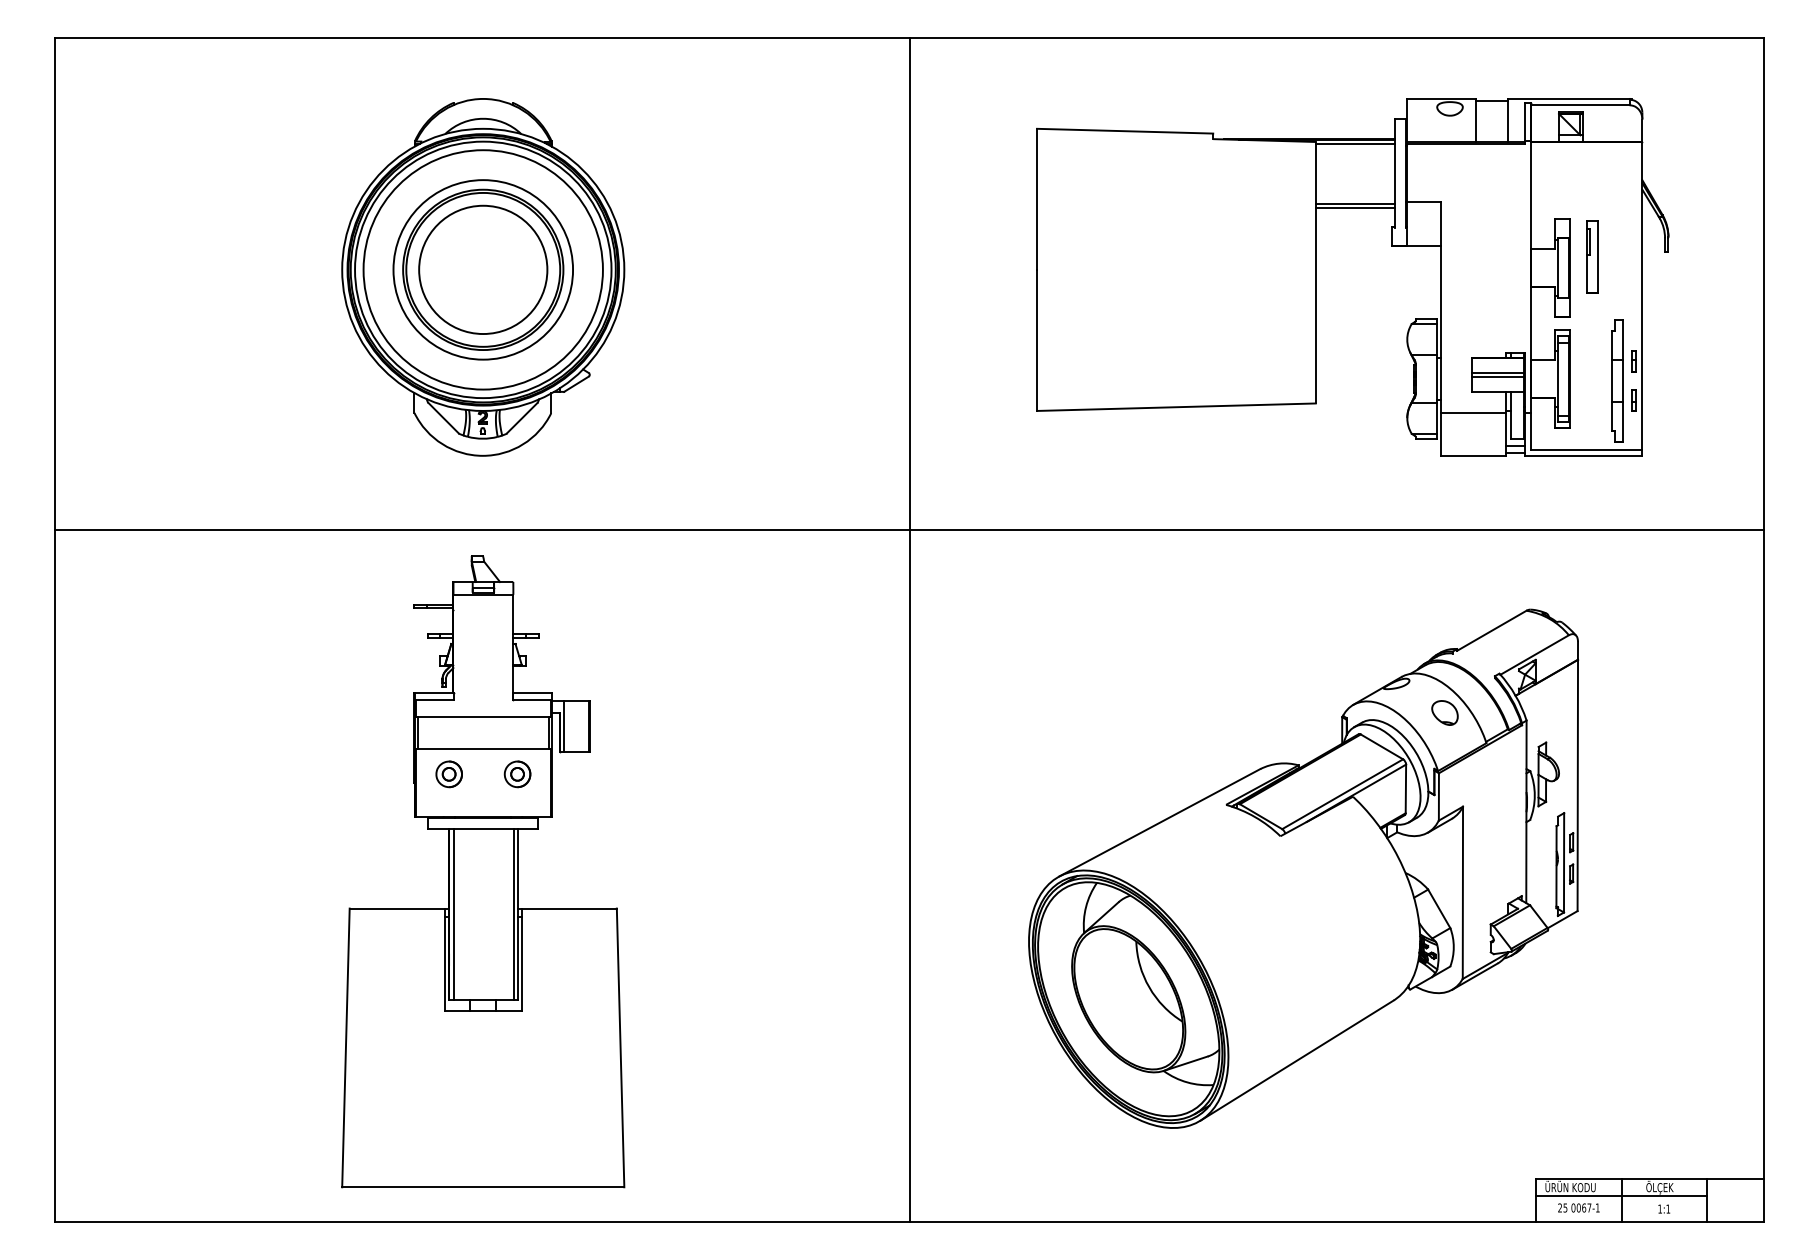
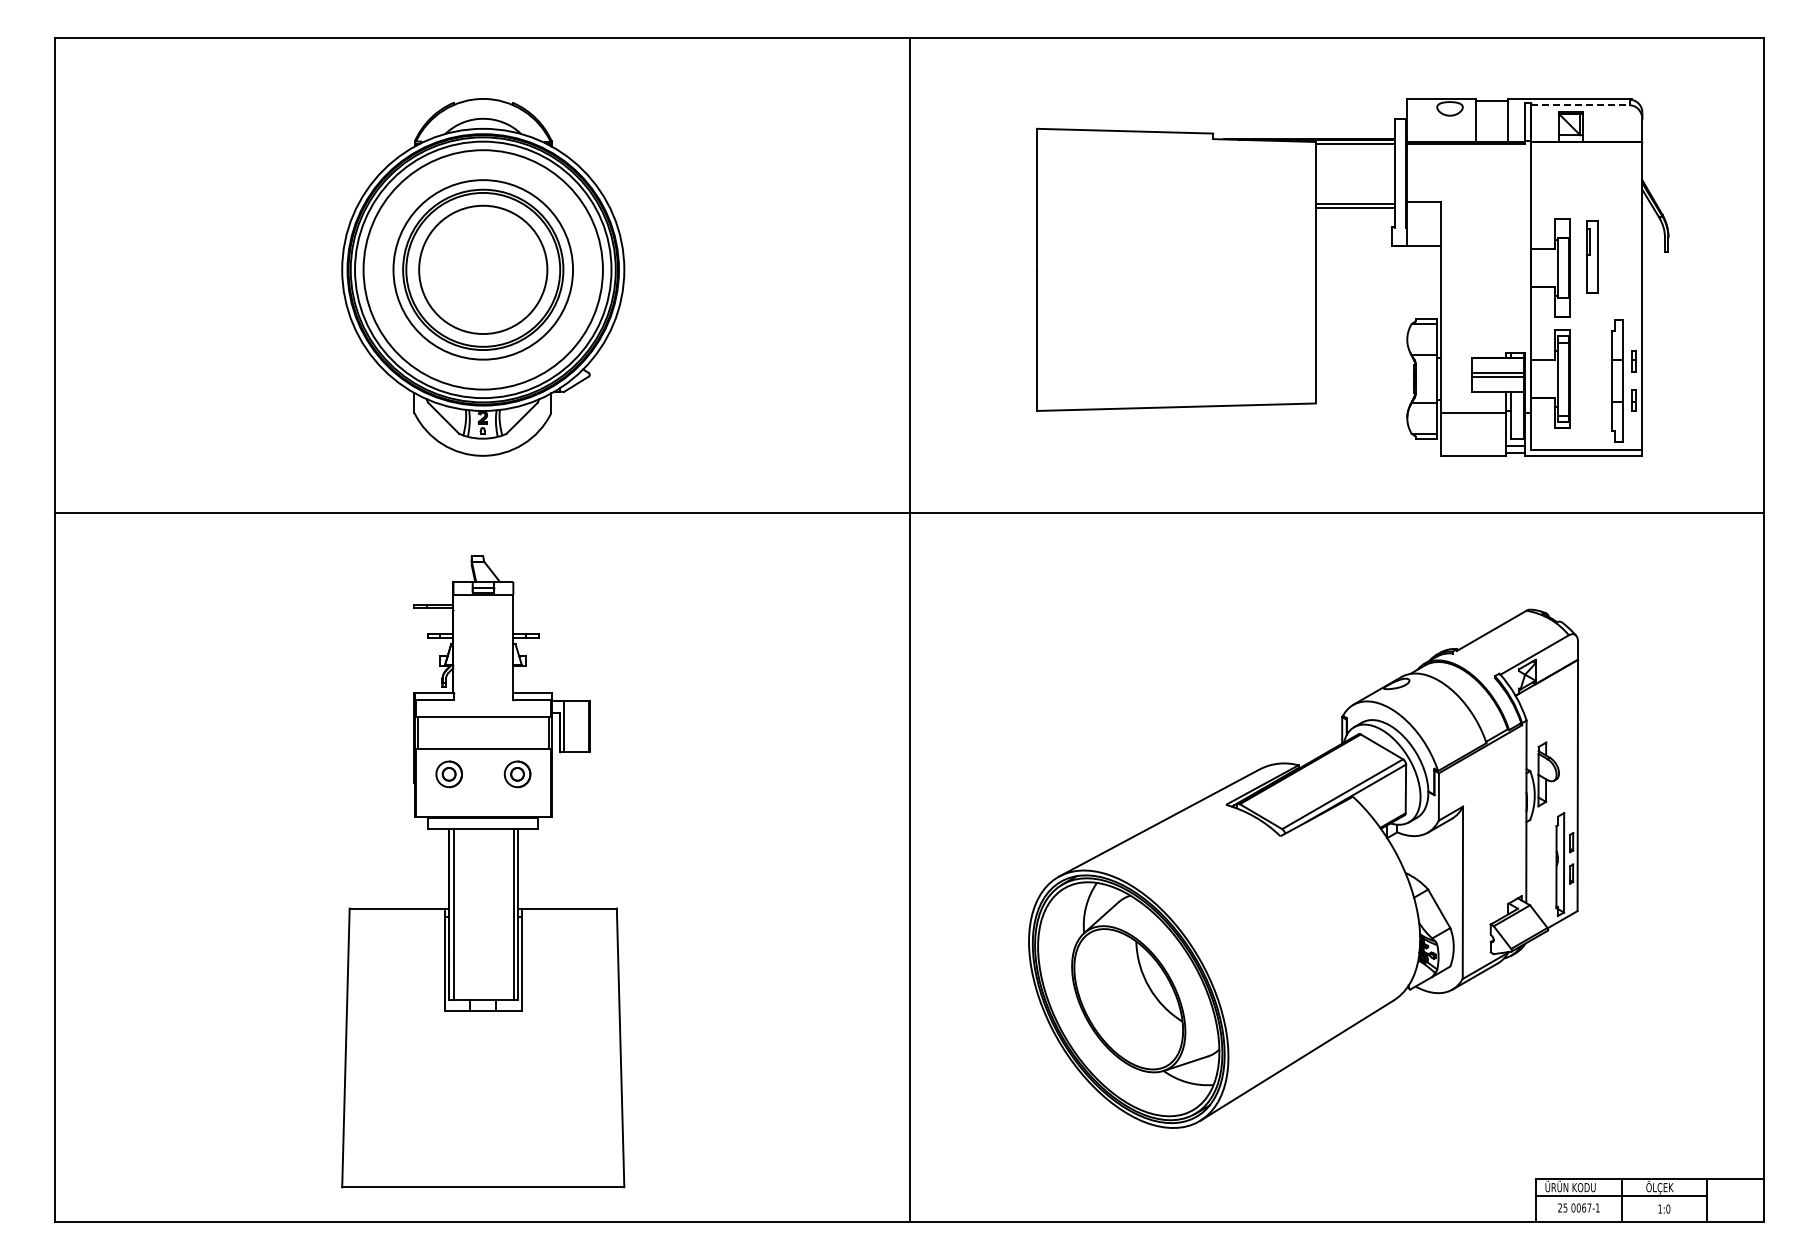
line at (1580, 105): solid -> dashed
line at (909, 529) position: (909, 529) -> (909, 512)
part at (1444, 712): present -> none
text at (1668, 1208): 1:1 -> 1:0
